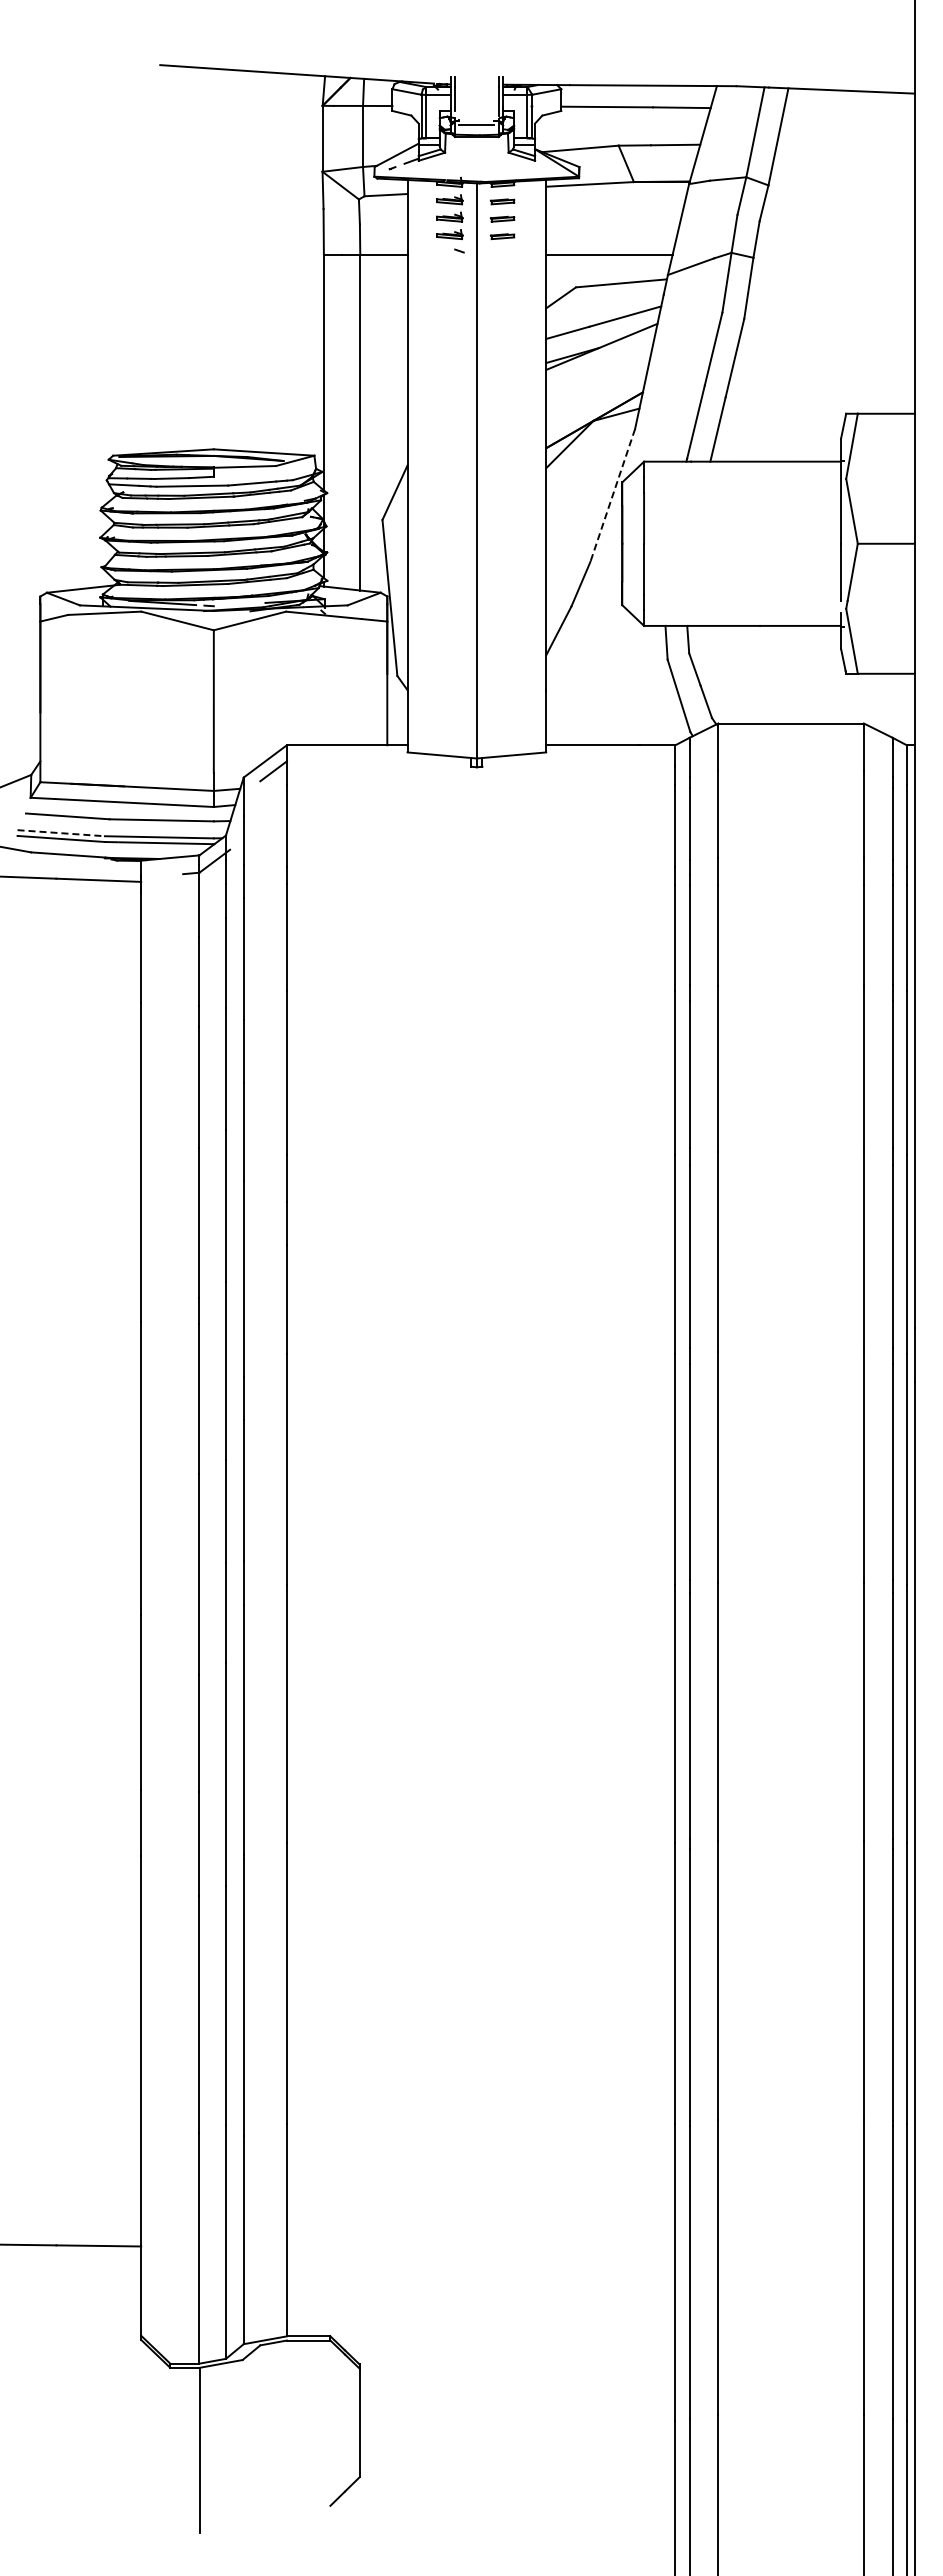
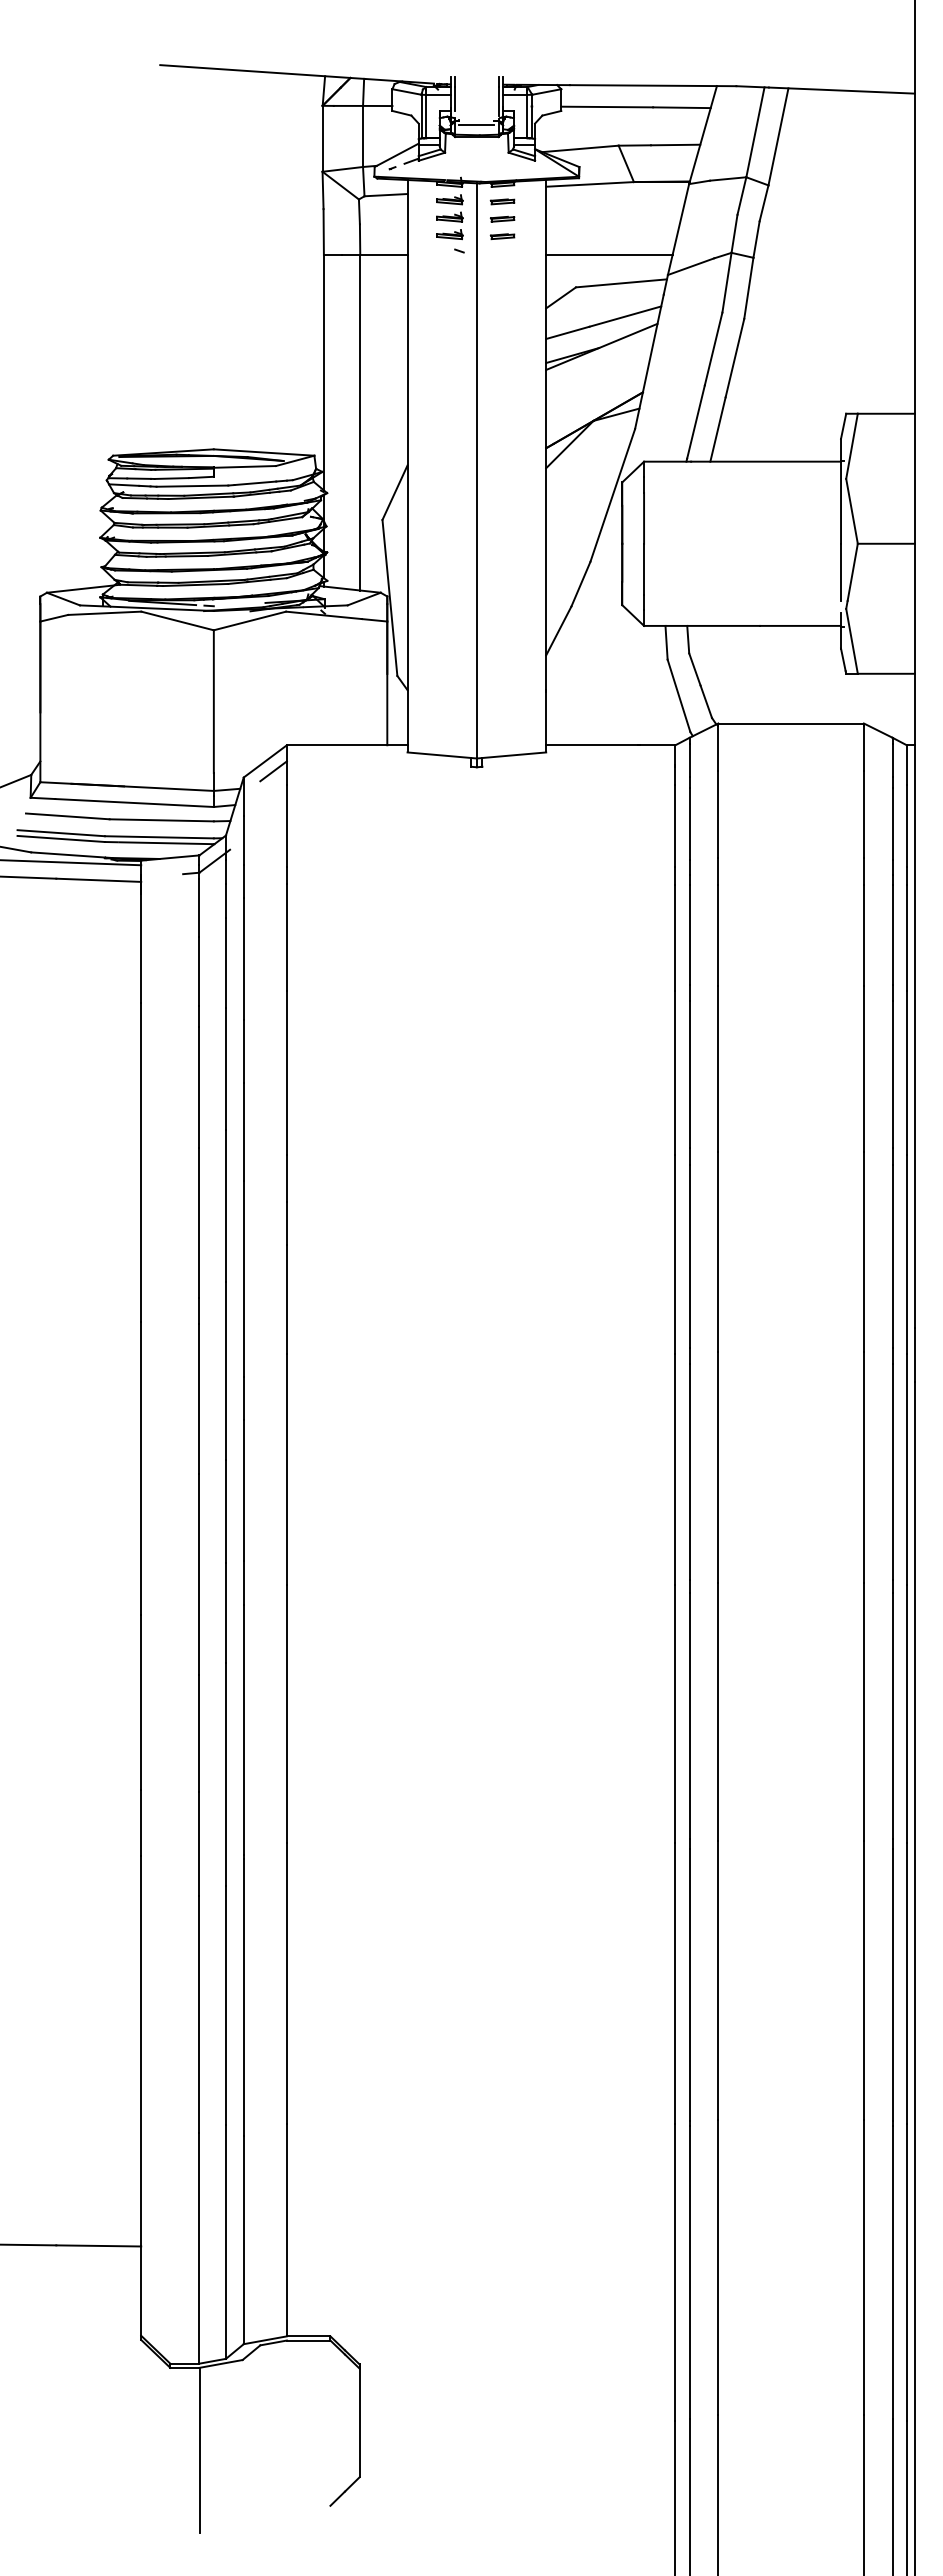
line at (612, 495): dashed -> solid
line at (61, 833): dashed -> solid
line at (71, 862): none -> present
